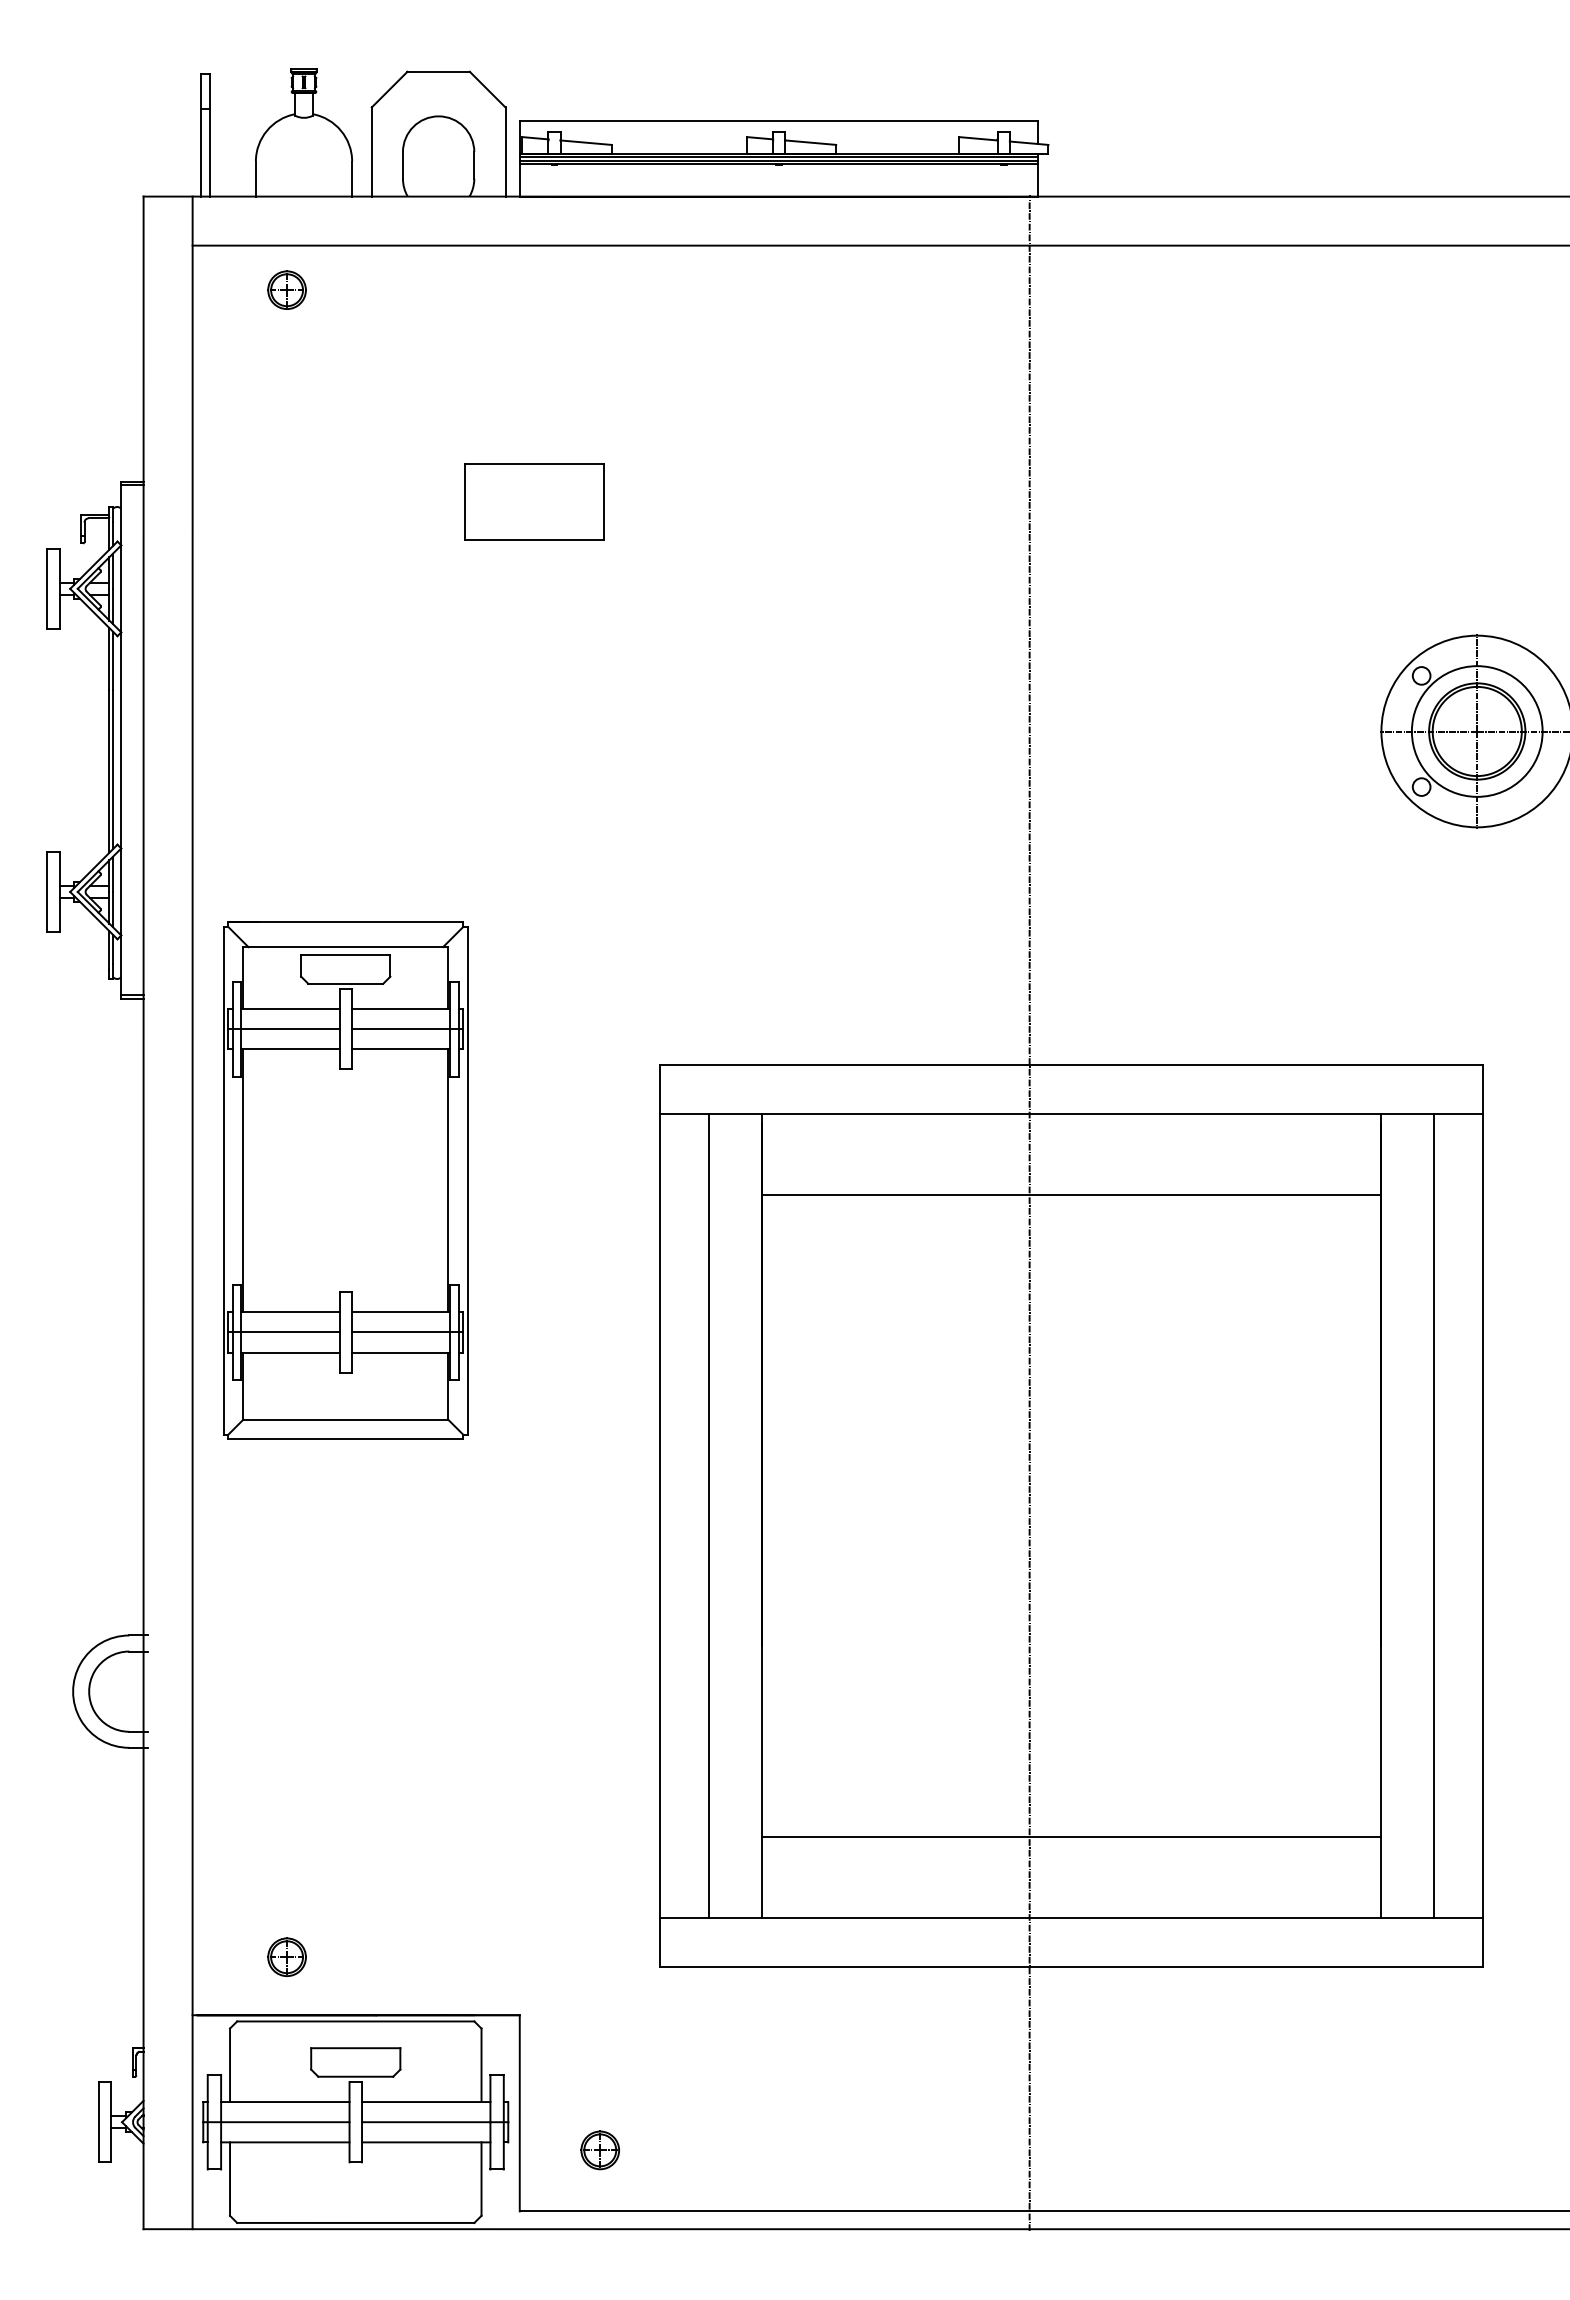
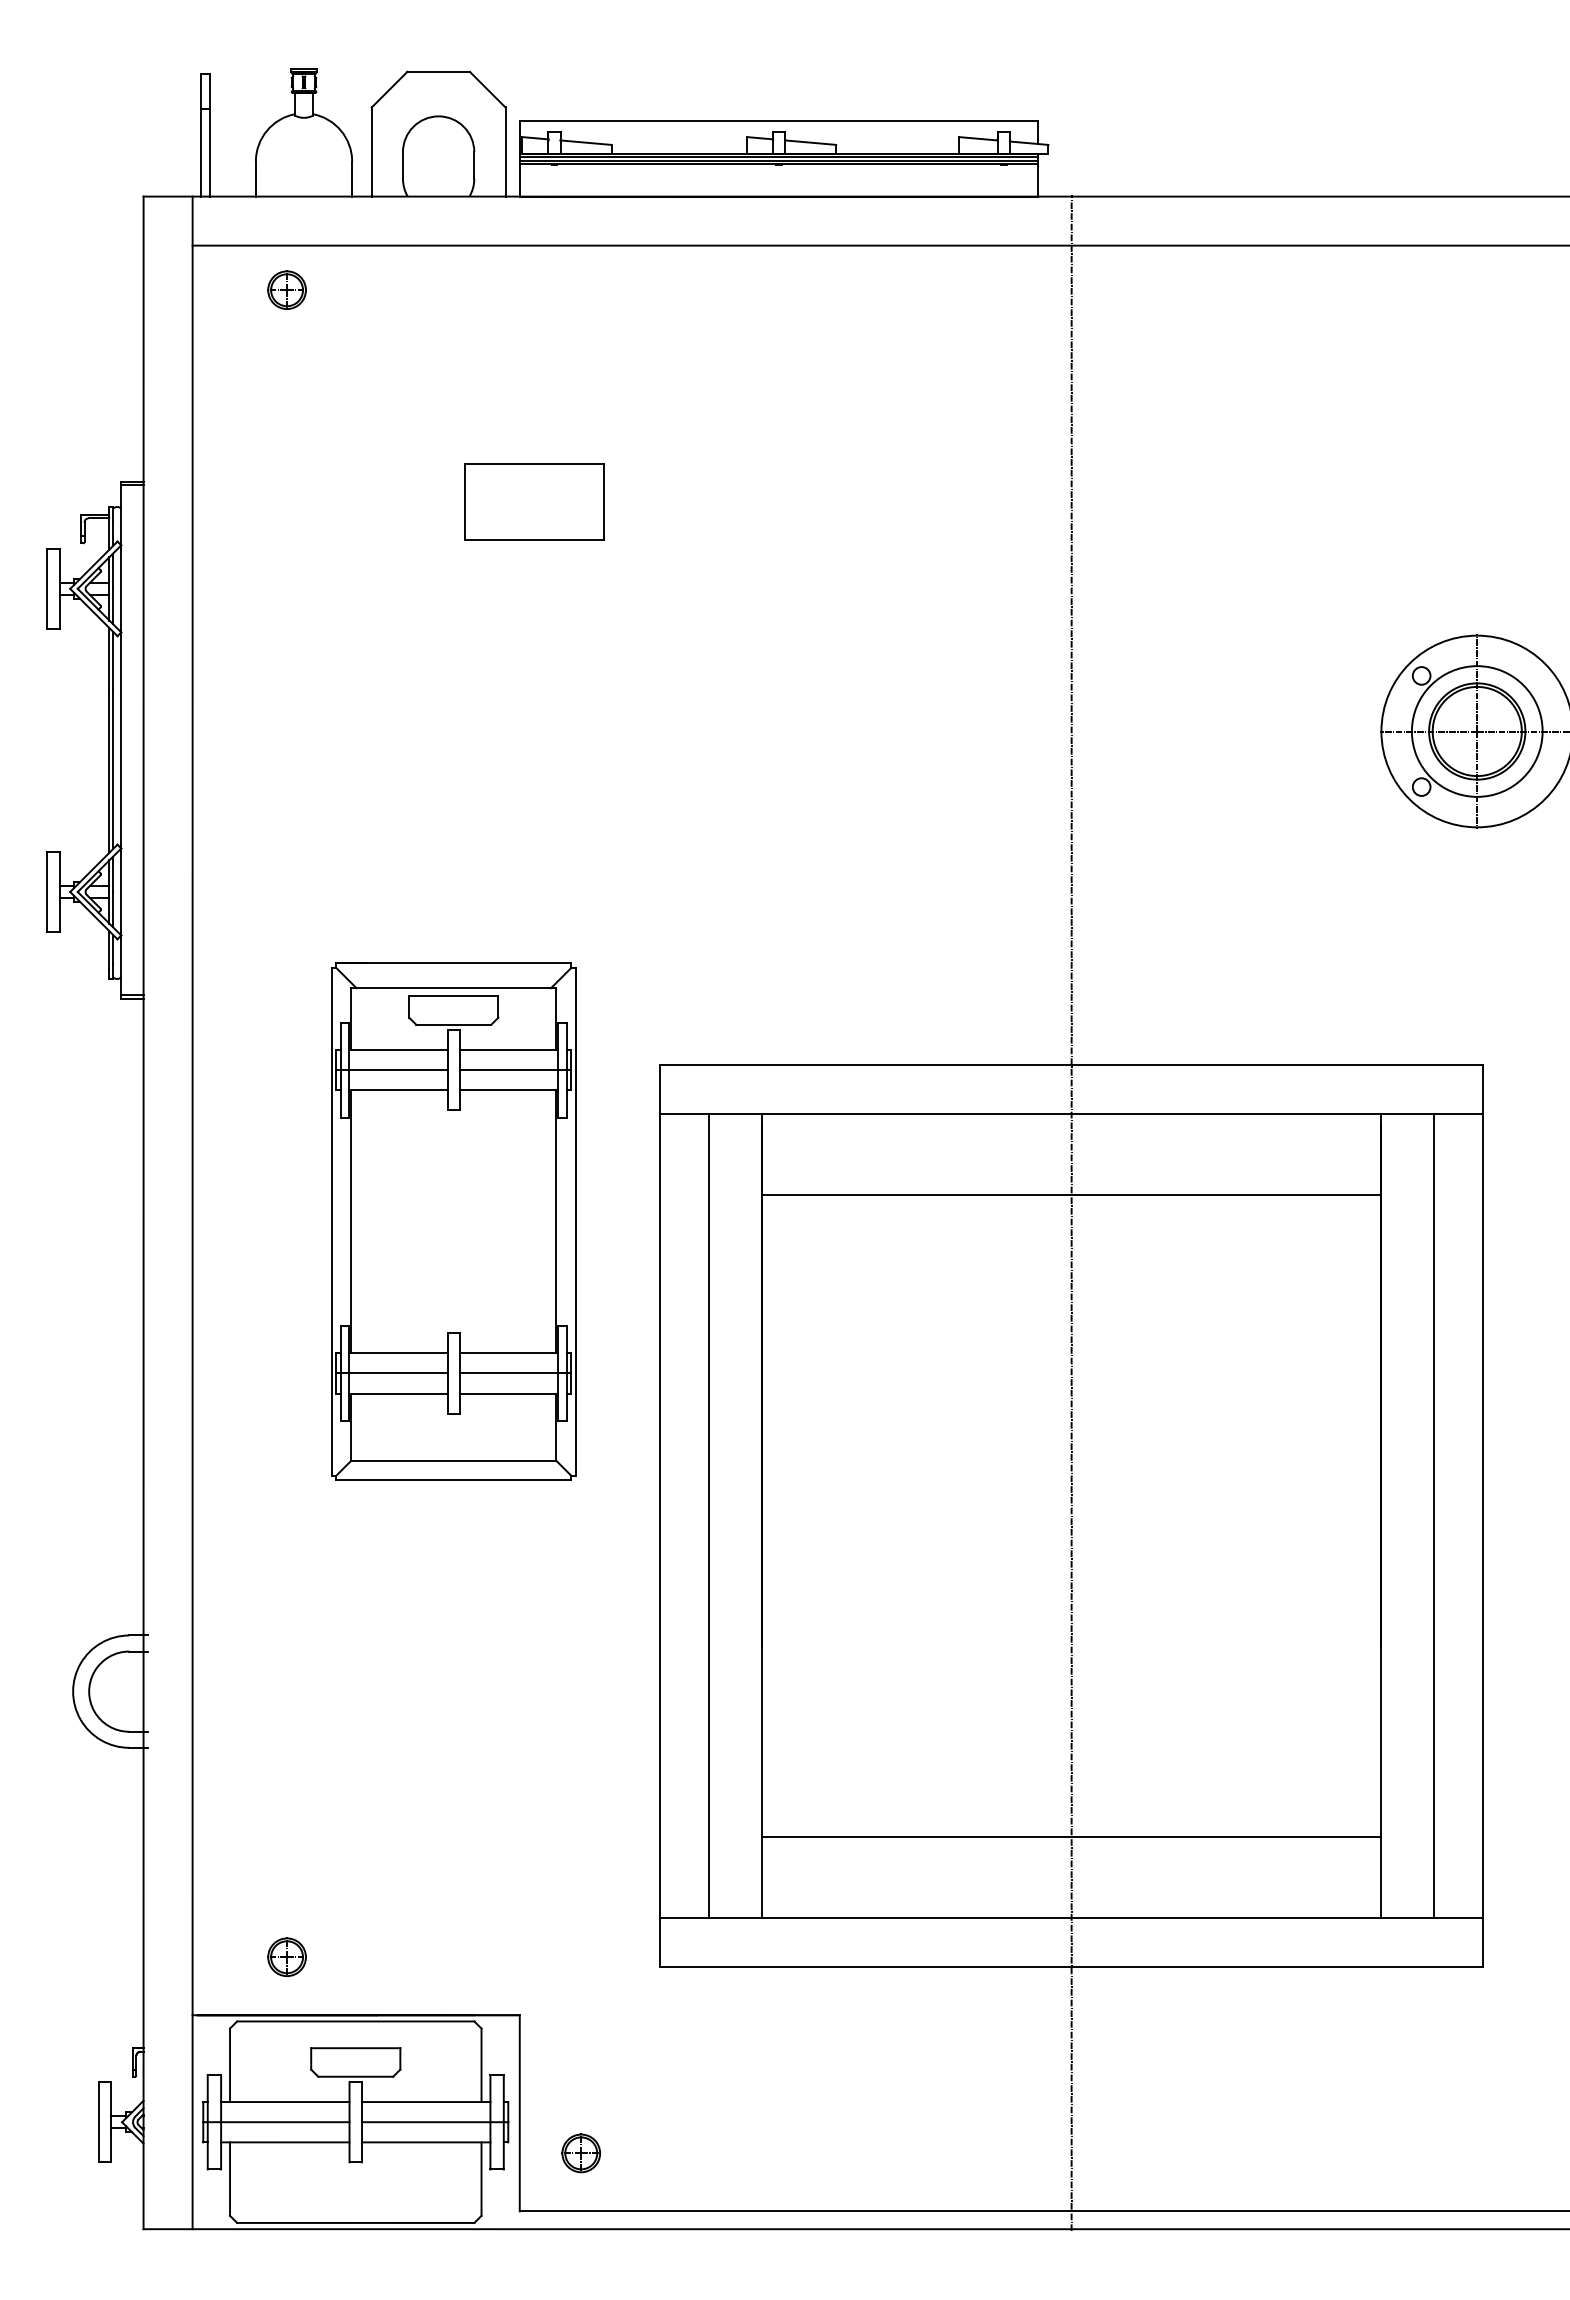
part at (345, 1180) position: (345, 1180) -> (453, 1221)
line at (1029, 1212) position: (1029, 1212) -> (1071, 1212)
part at (599, 2150) position: (599, 2150) -> (580, 2153)
